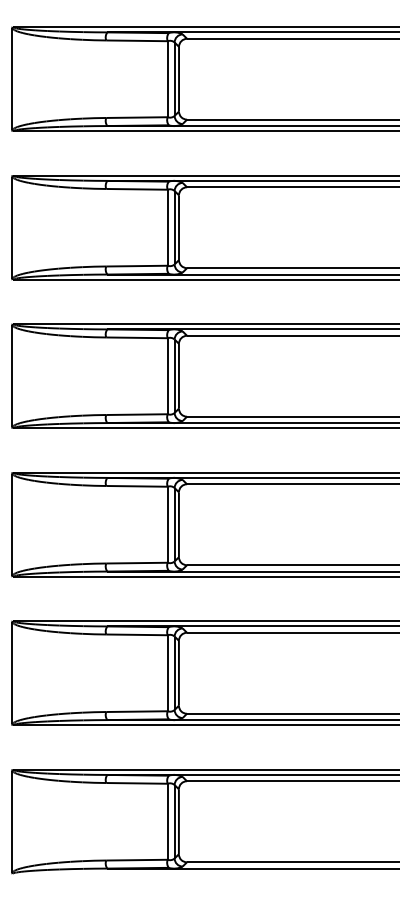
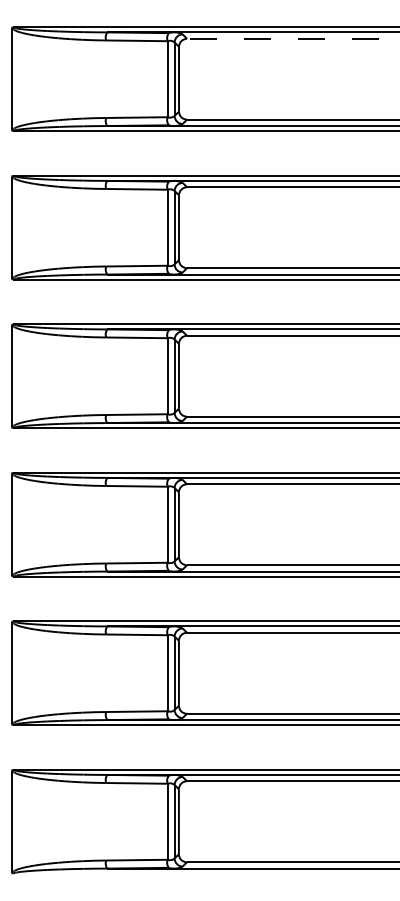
line at (292, 38): solid -> dashed
